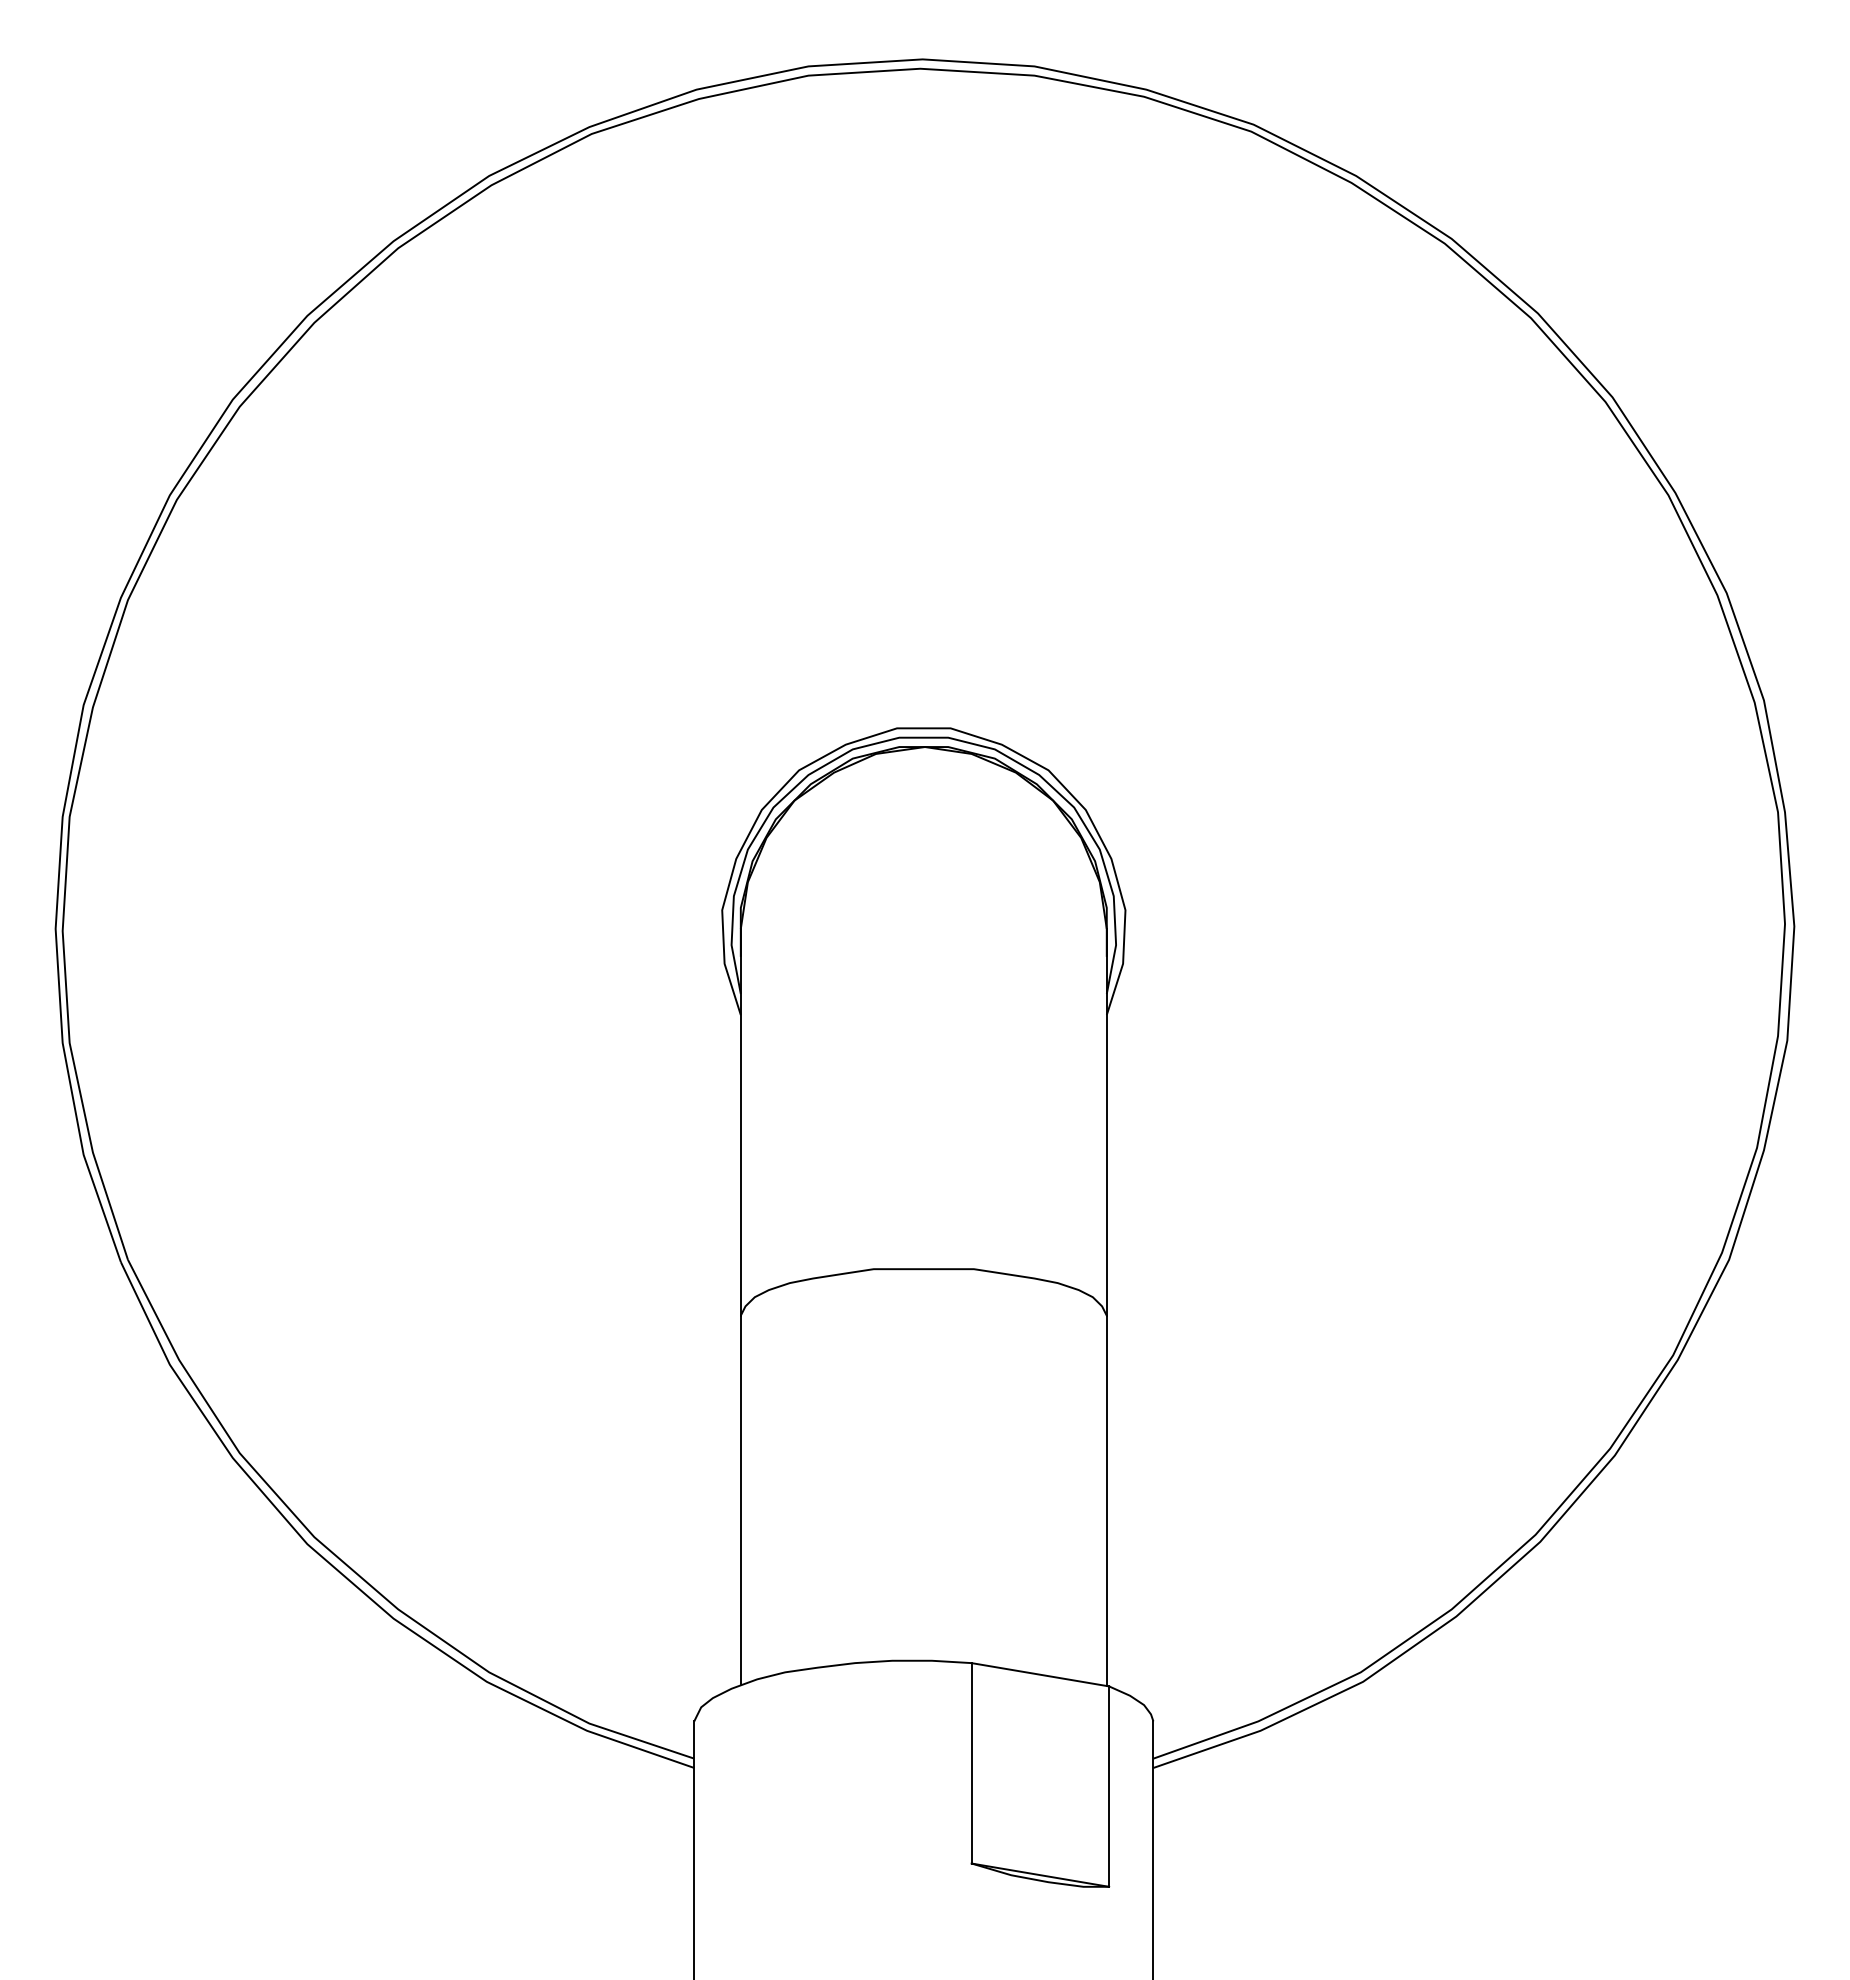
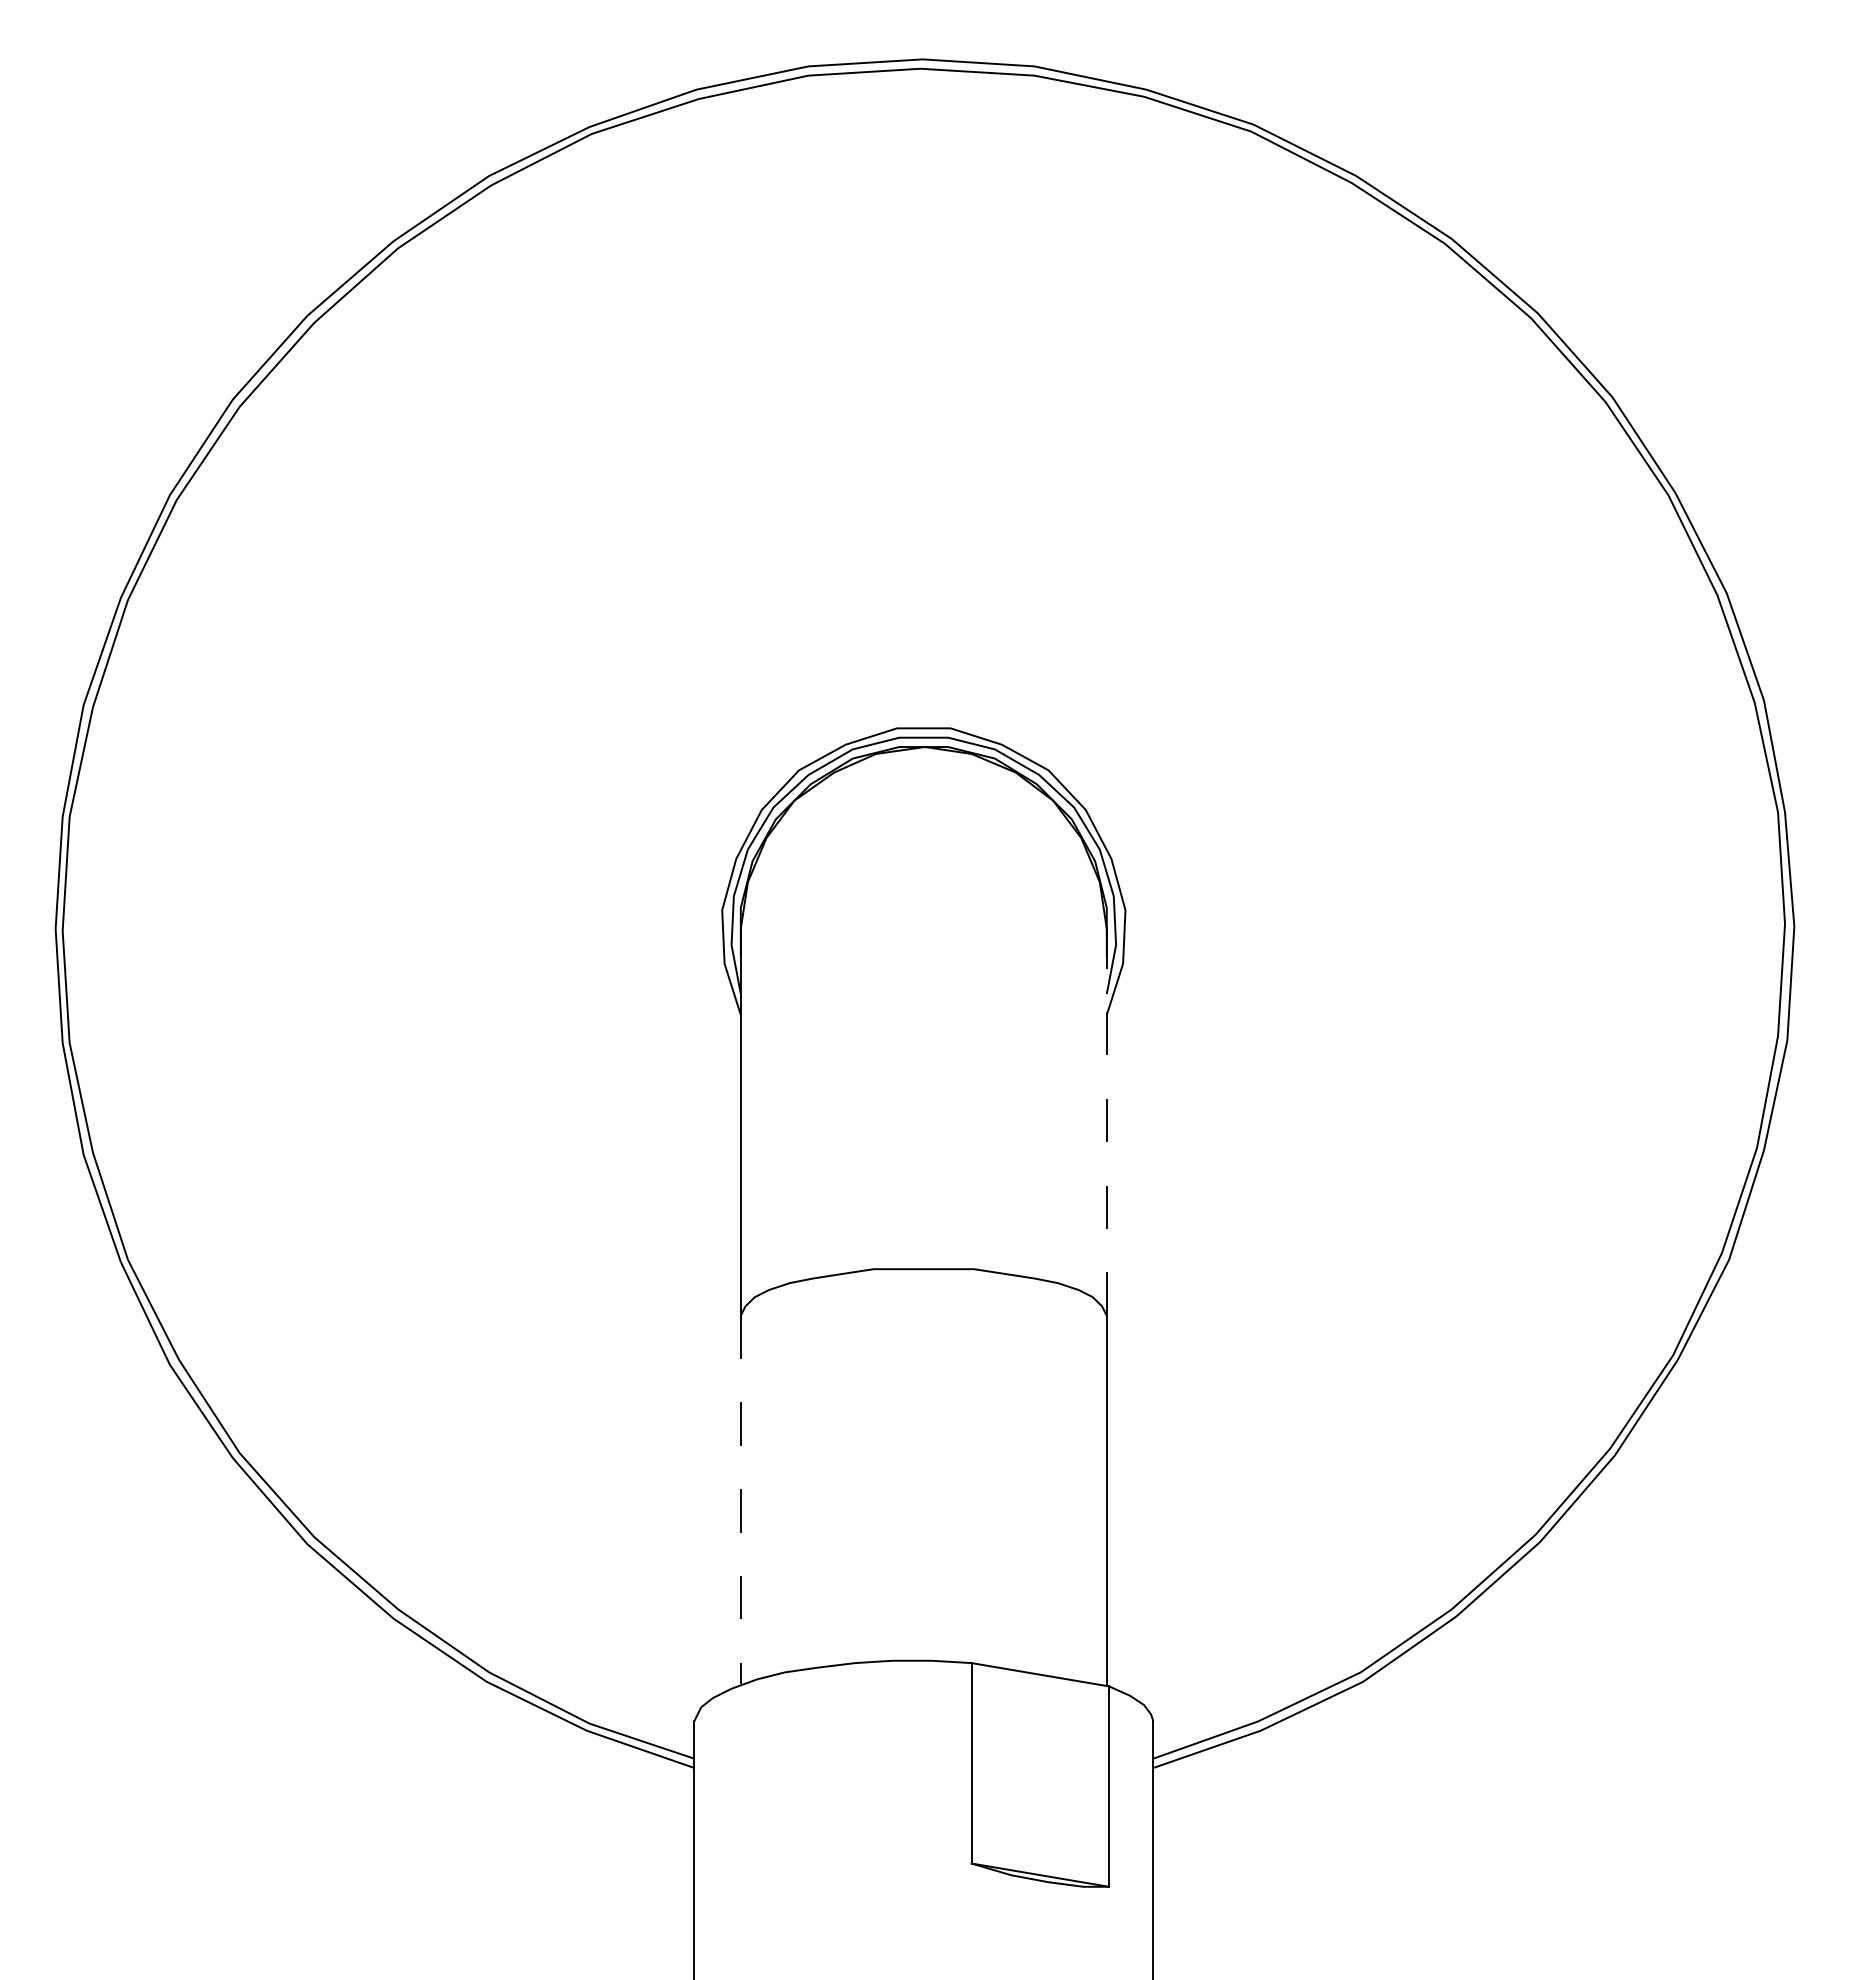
line at (1106, 1121): solid -> dashed
line at (740, 1500): solid -> dashed
